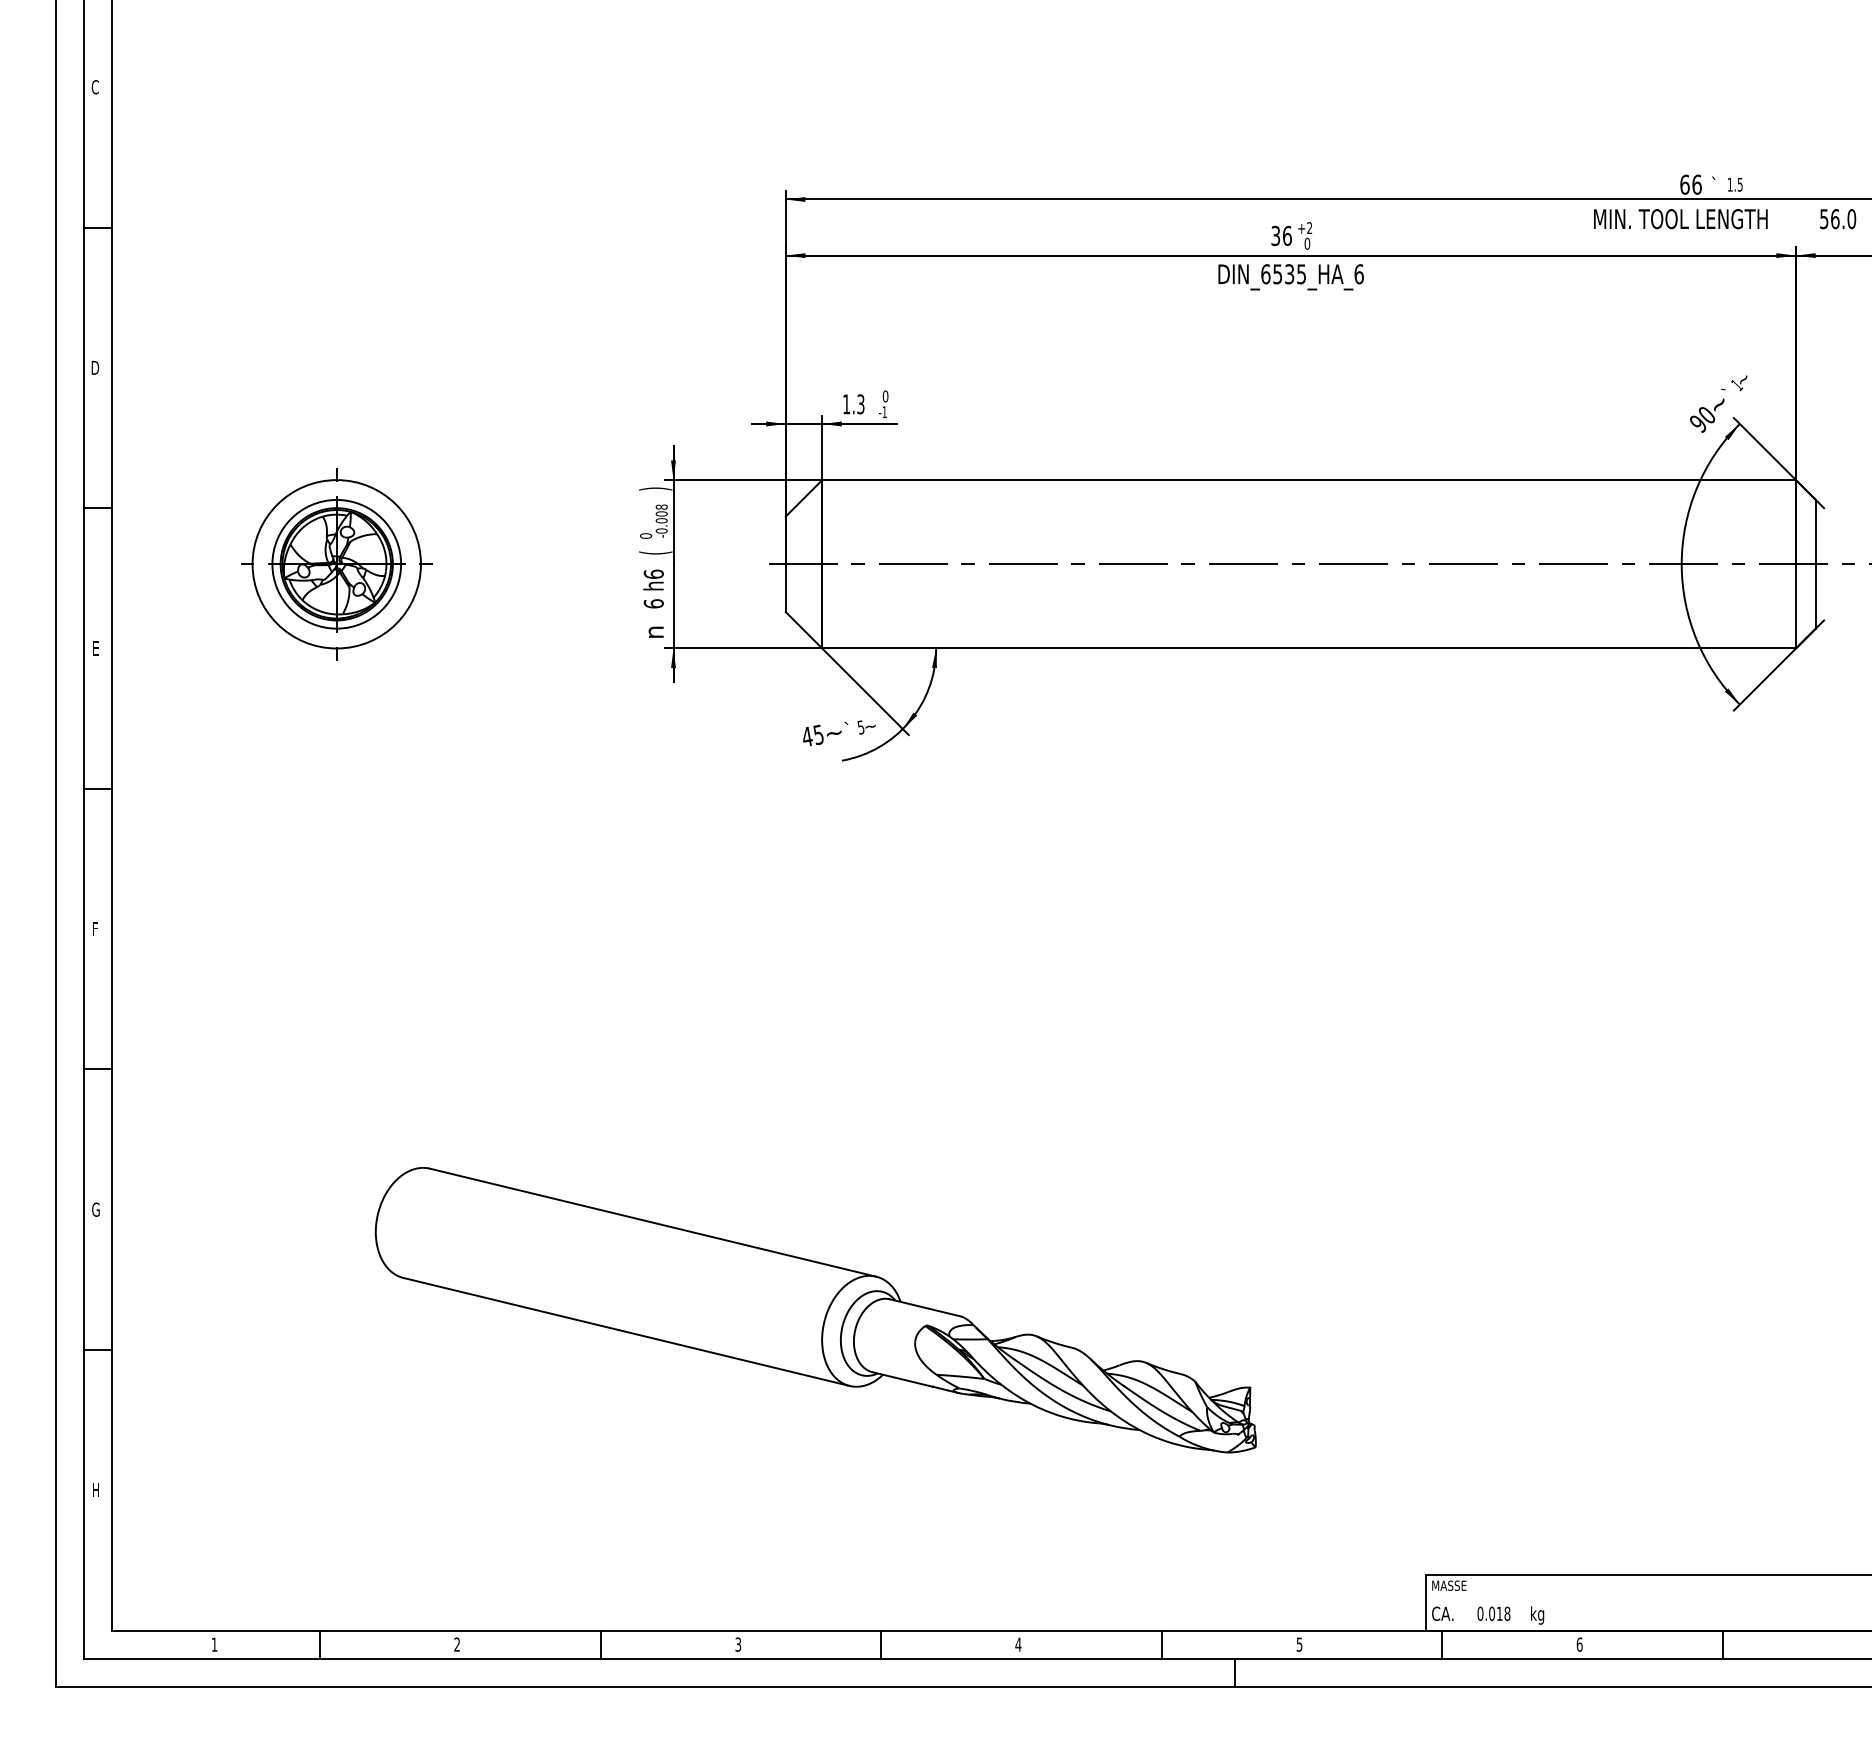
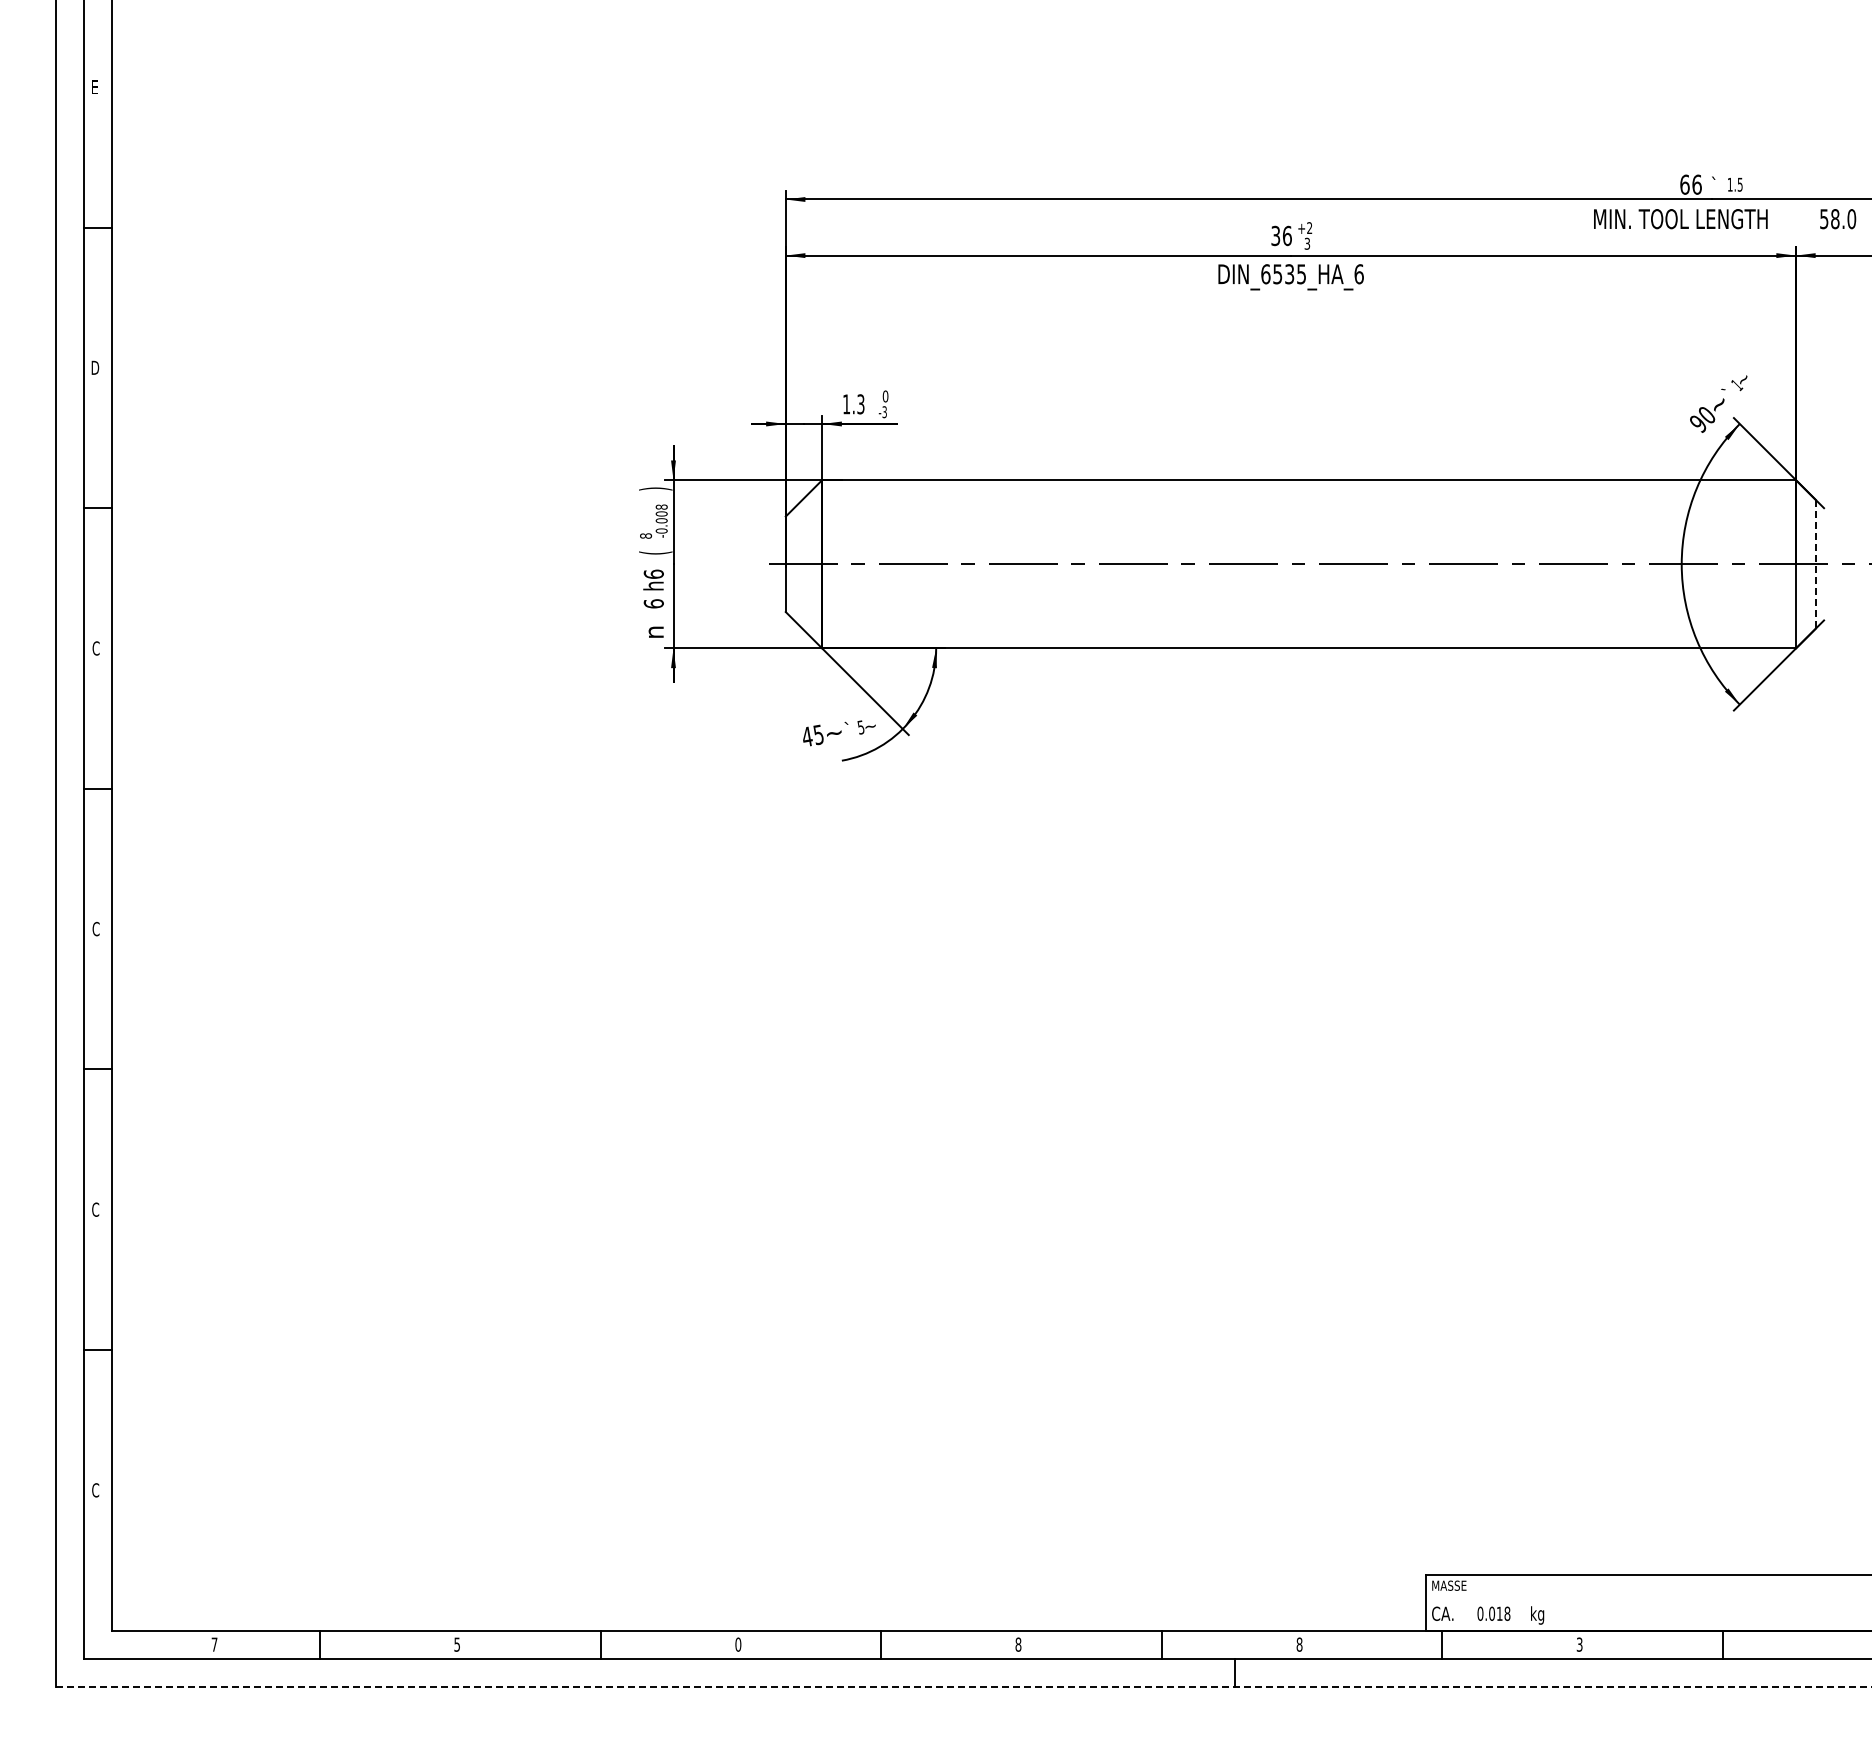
text at (94, 87): C -> E
text at (1835, 219): 56.0 -> 58.0
text at (1307, 243): 0 -> 3
text at (884, 412): -1 -> -3
text at (645, 535): 0 -> 8
part at (336, 564): present -> none
line at (1815, 564): solid -> dashed
text at (95, 648): E -> C
text at (95, 928): F -> C
text at (97, 1209): G -> C
part at (815, 1310): present -> none
text at (95, 1490): H -> C
text at (214, 1644): 1 -> 7
text at (456, 1644): 2 -> 5
text at (738, 1644): 3 -> 0
text at (1018, 1644): 4 -> 8
text at (1299, 1644): 5 -> 8
text at (1579, 1644): 6 -> 3
line at (964, 1686): solid -> dashed
